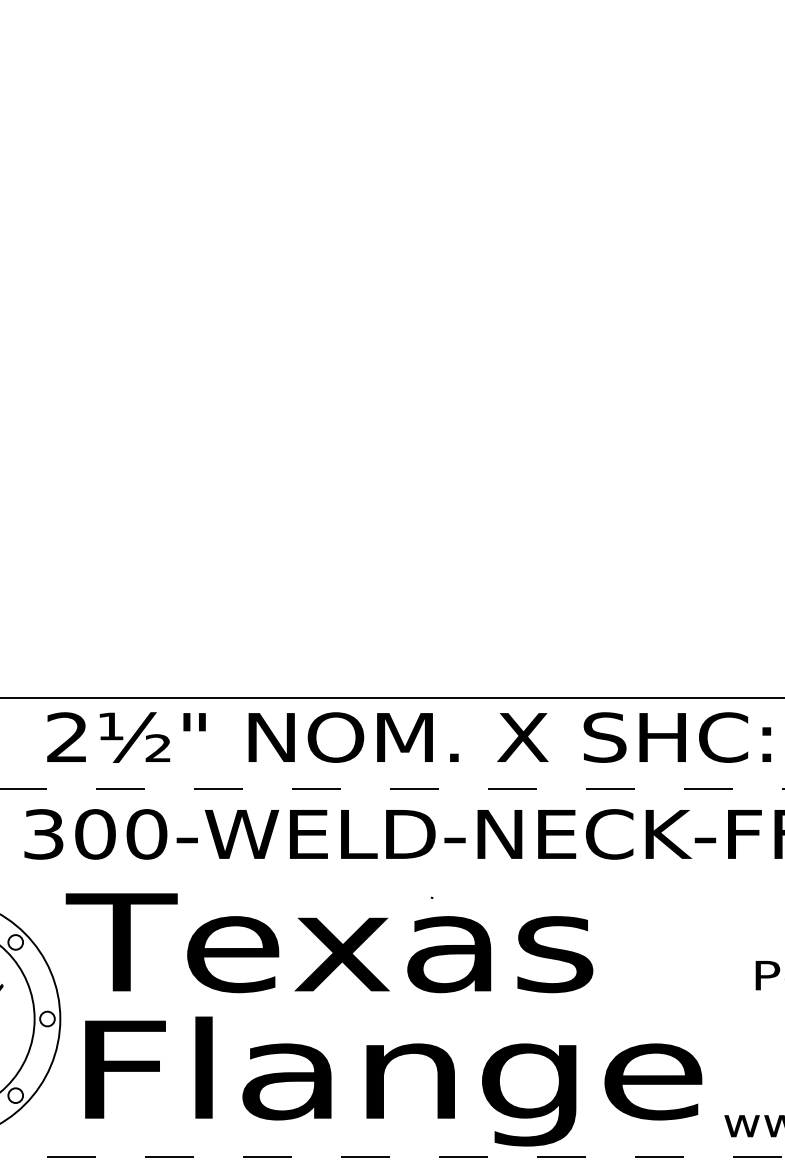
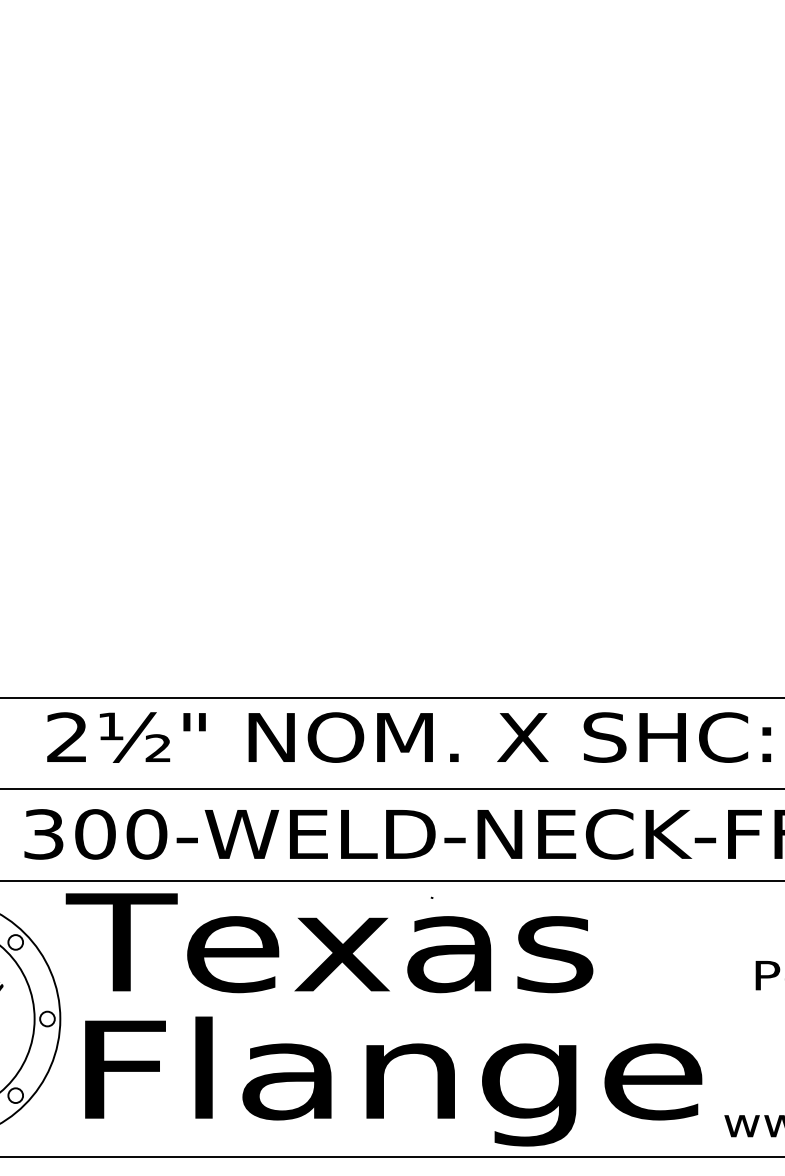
line at (392, 789): dashed -> solid
line at (391, 881): none -> present
line at (392, 1156): dashed -> solid
